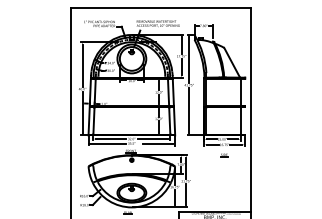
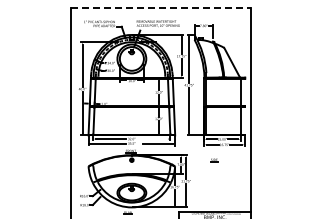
line at (161, 7): solid -> dashed
line at (152, 139): present -> none
part at (224, 155) position: (224, 155) -> (214, 160)
